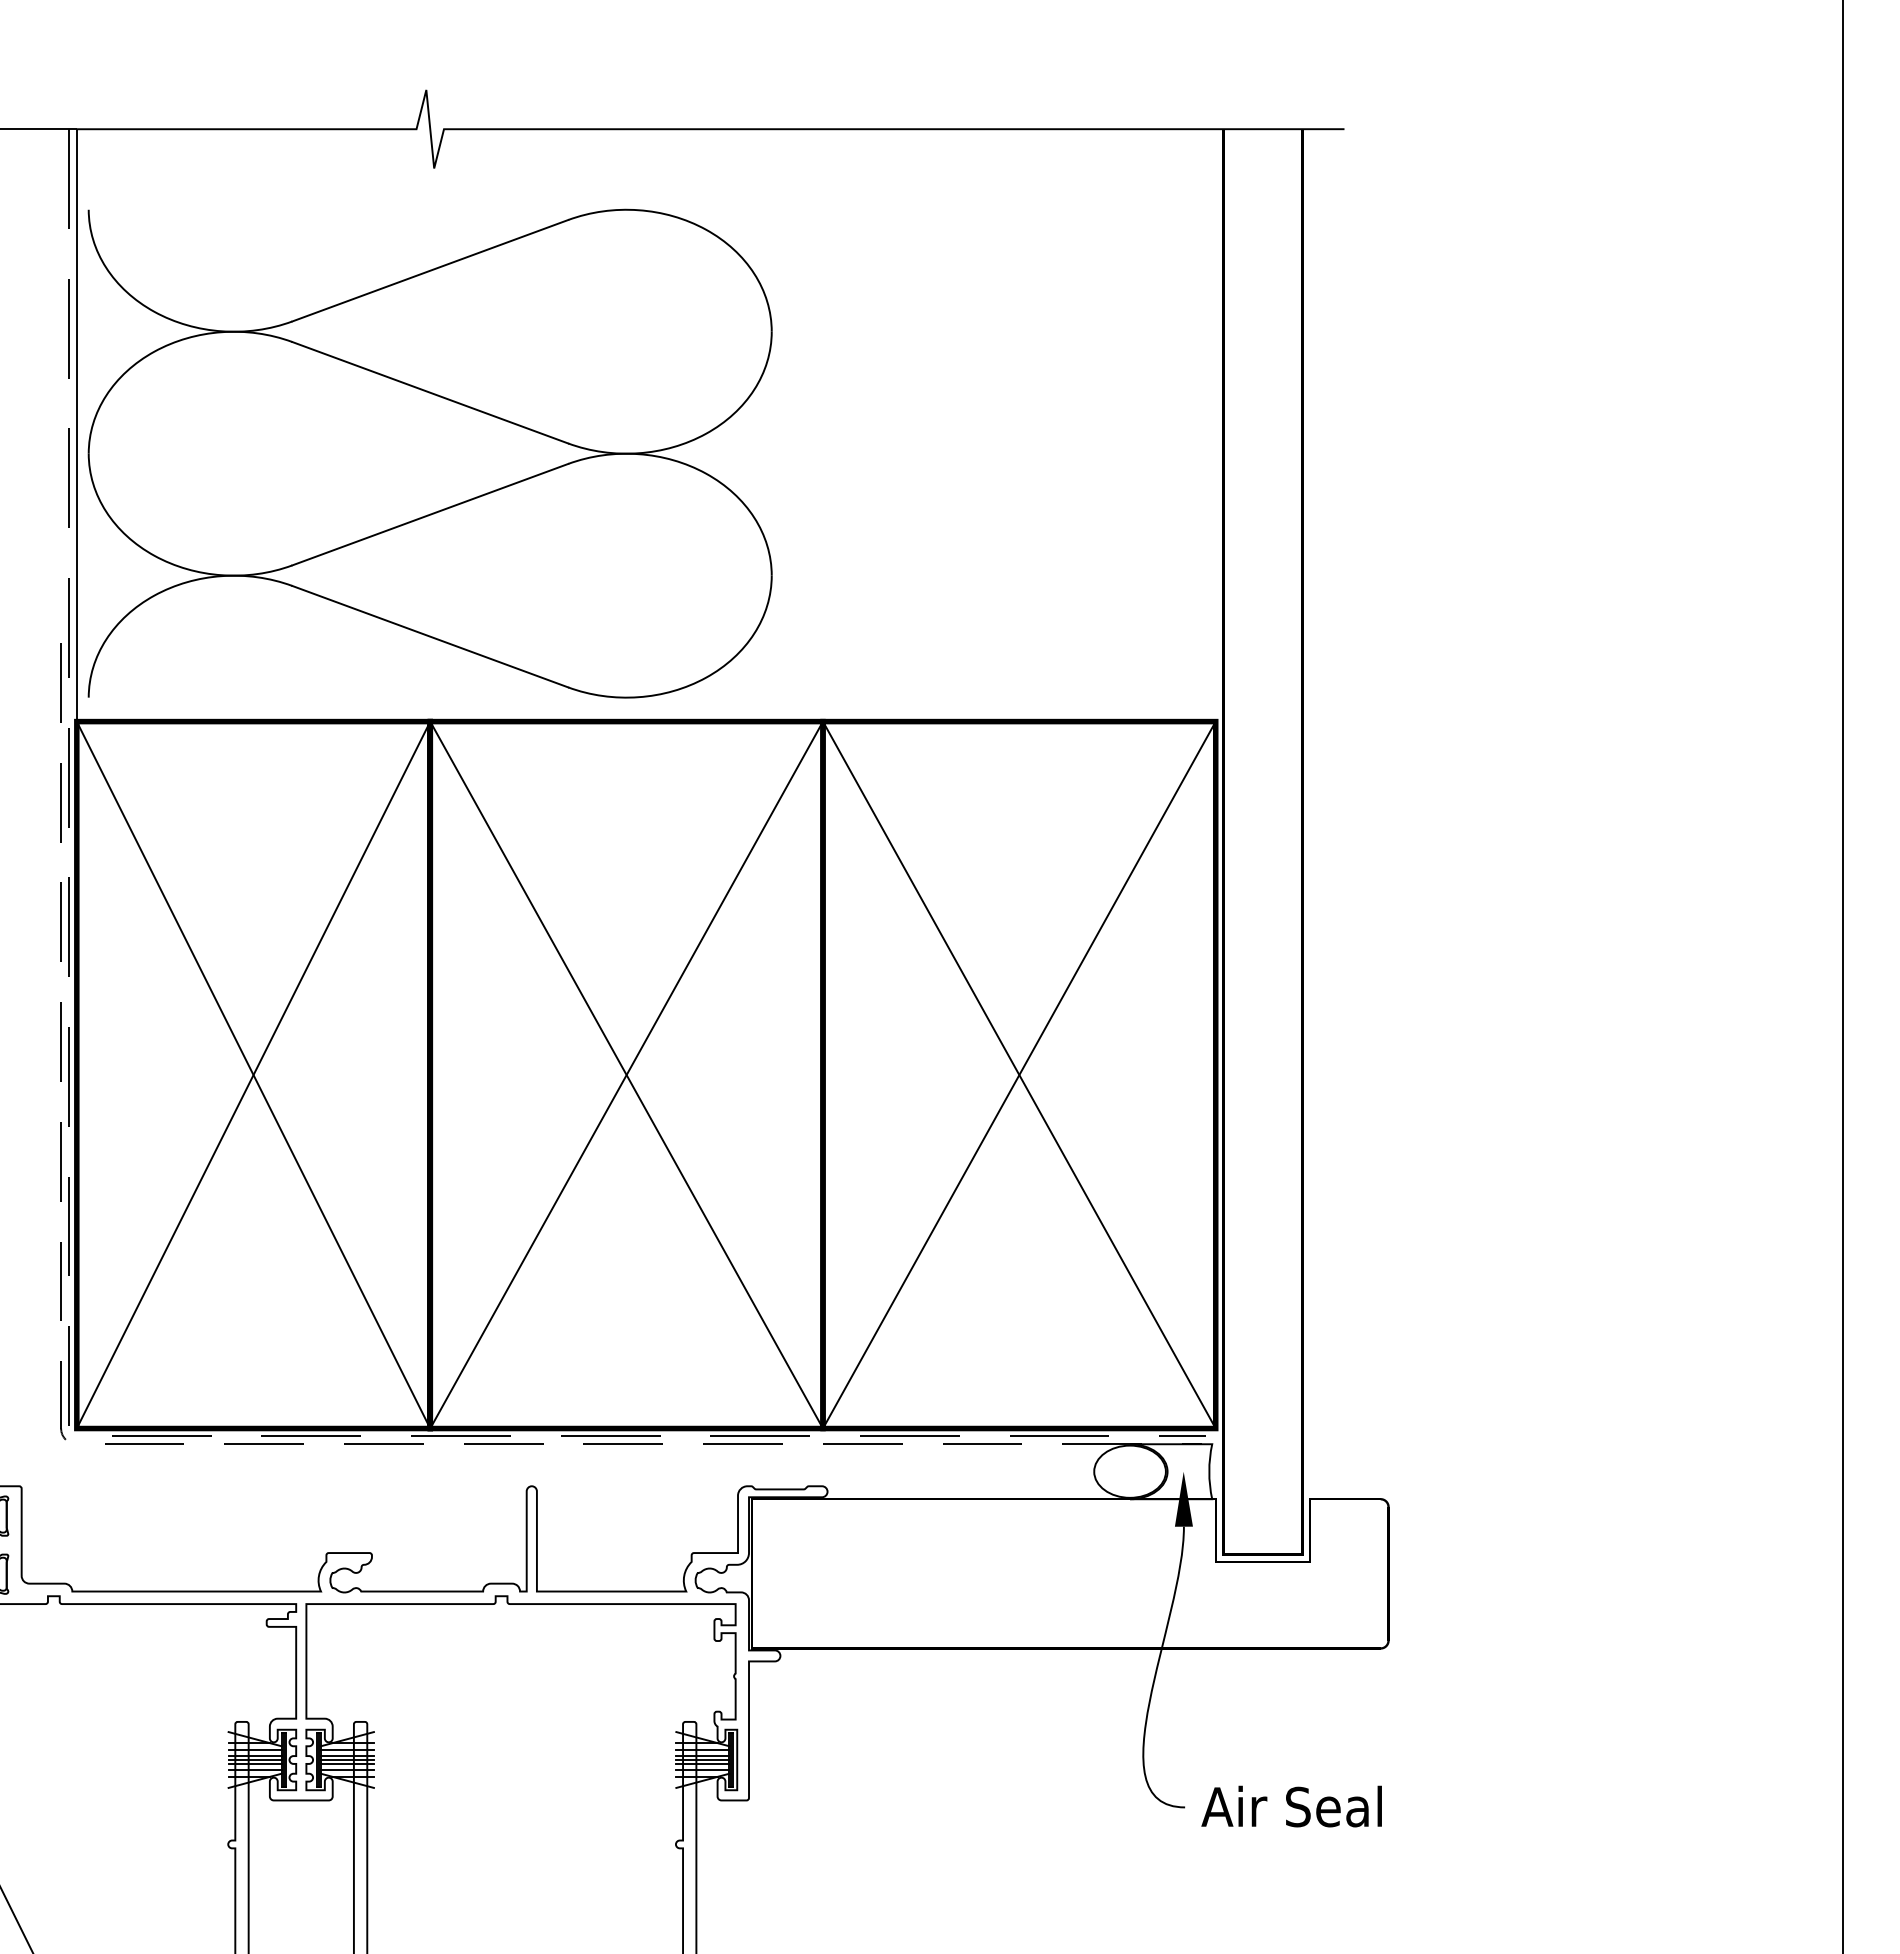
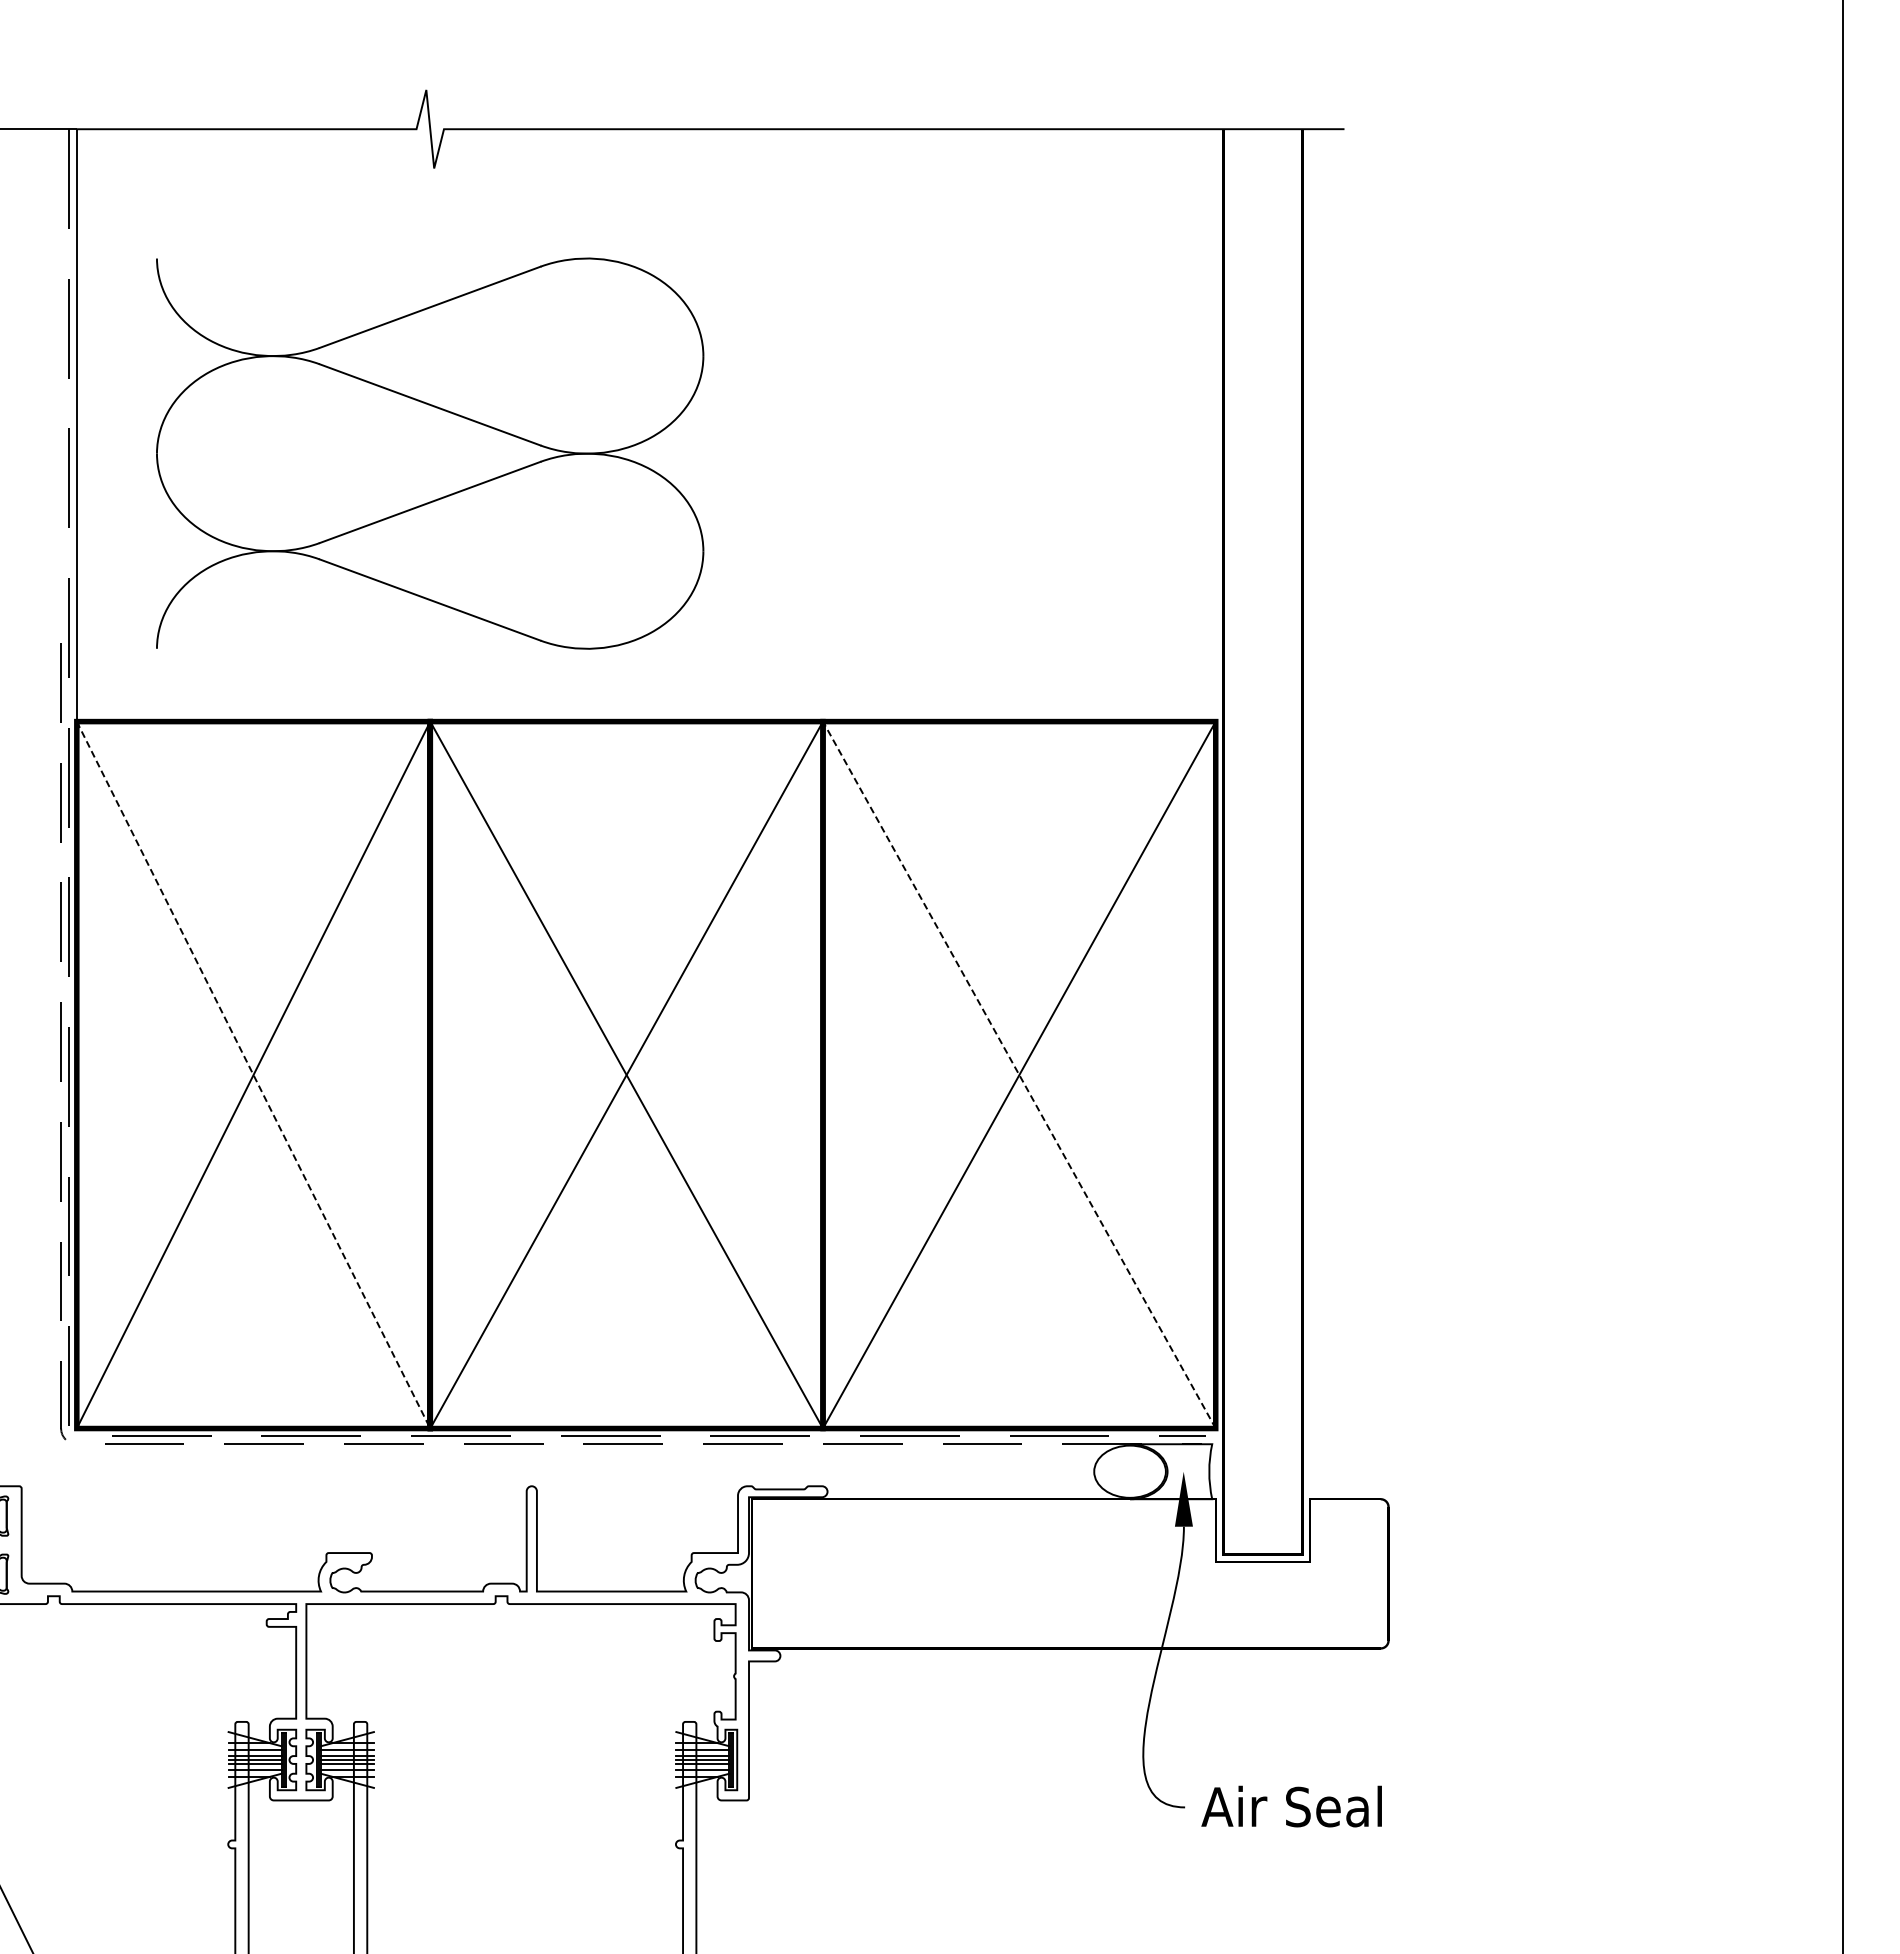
part at (429, 453) size: 686x491 px -> 549x393 px
line at (1019, 1074): solid -> dashed
line at (253, 1075): solid -> dashed
